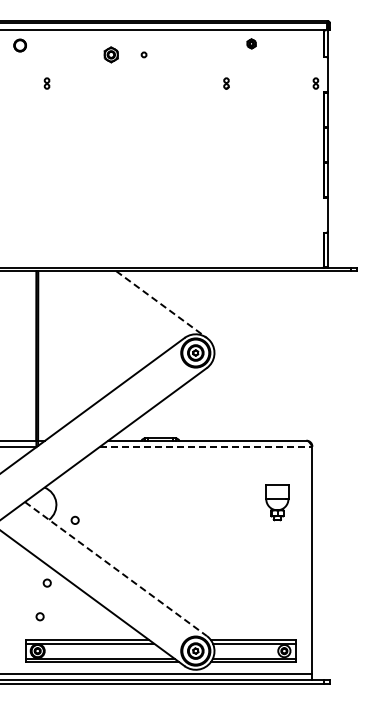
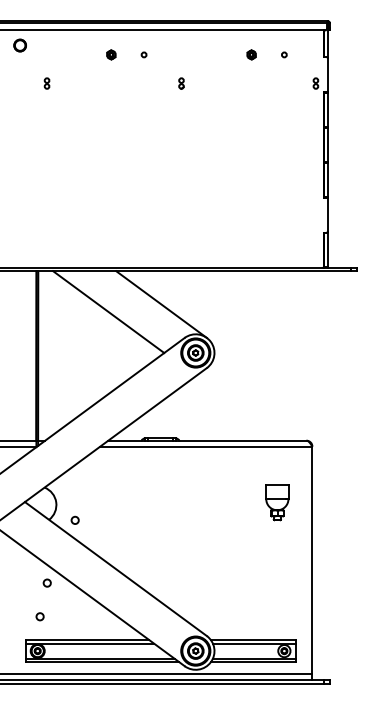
part at (251, 43) position: (251, 43) -> (251, 54)
part at (110, 54) size: 16x18 px -> 11x12 px
circle at (284, 54): none -> present
part at (226, 83) position: (226, 83) -> (181, 83)
line at (161, 304): dashed -> solid
line at (108, 312): none -> present
line at (206, 446): dashed -> solid
line at (115, 569): dashed -> solid
